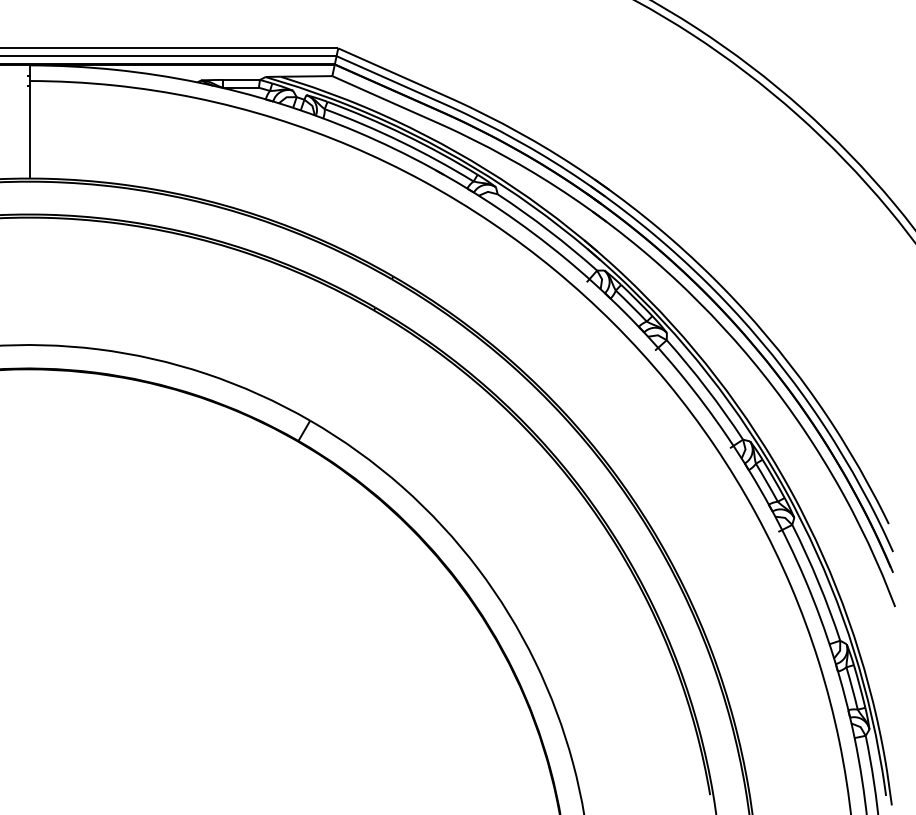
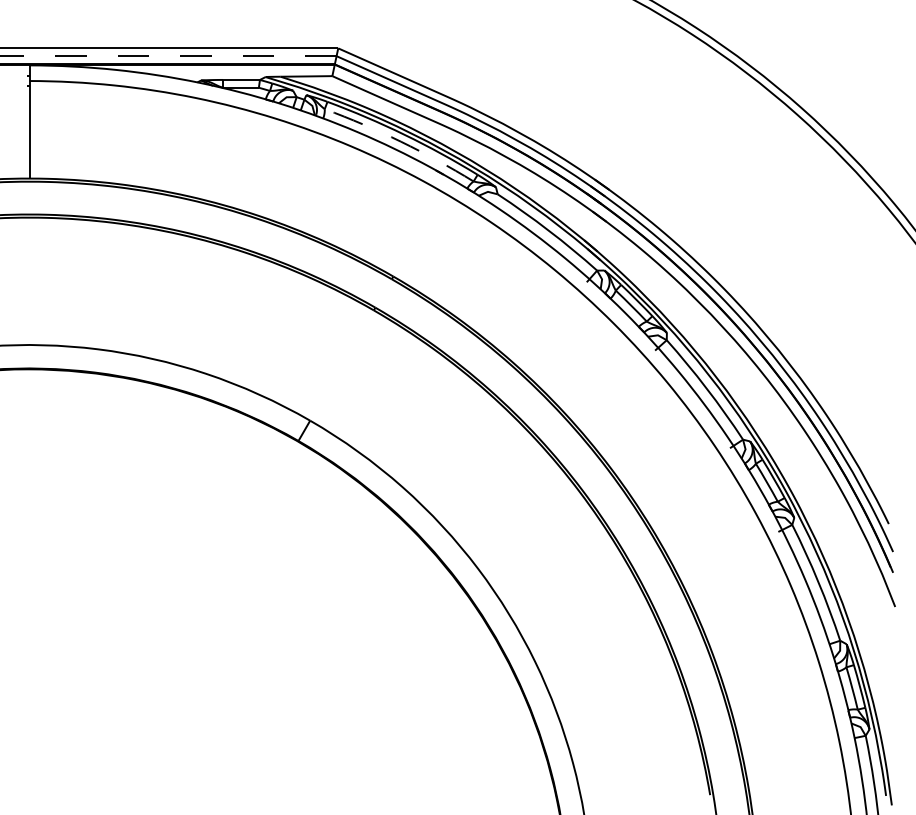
line at (168, 56): solid -> dashed
line at (400, 141): solid -> dashed
